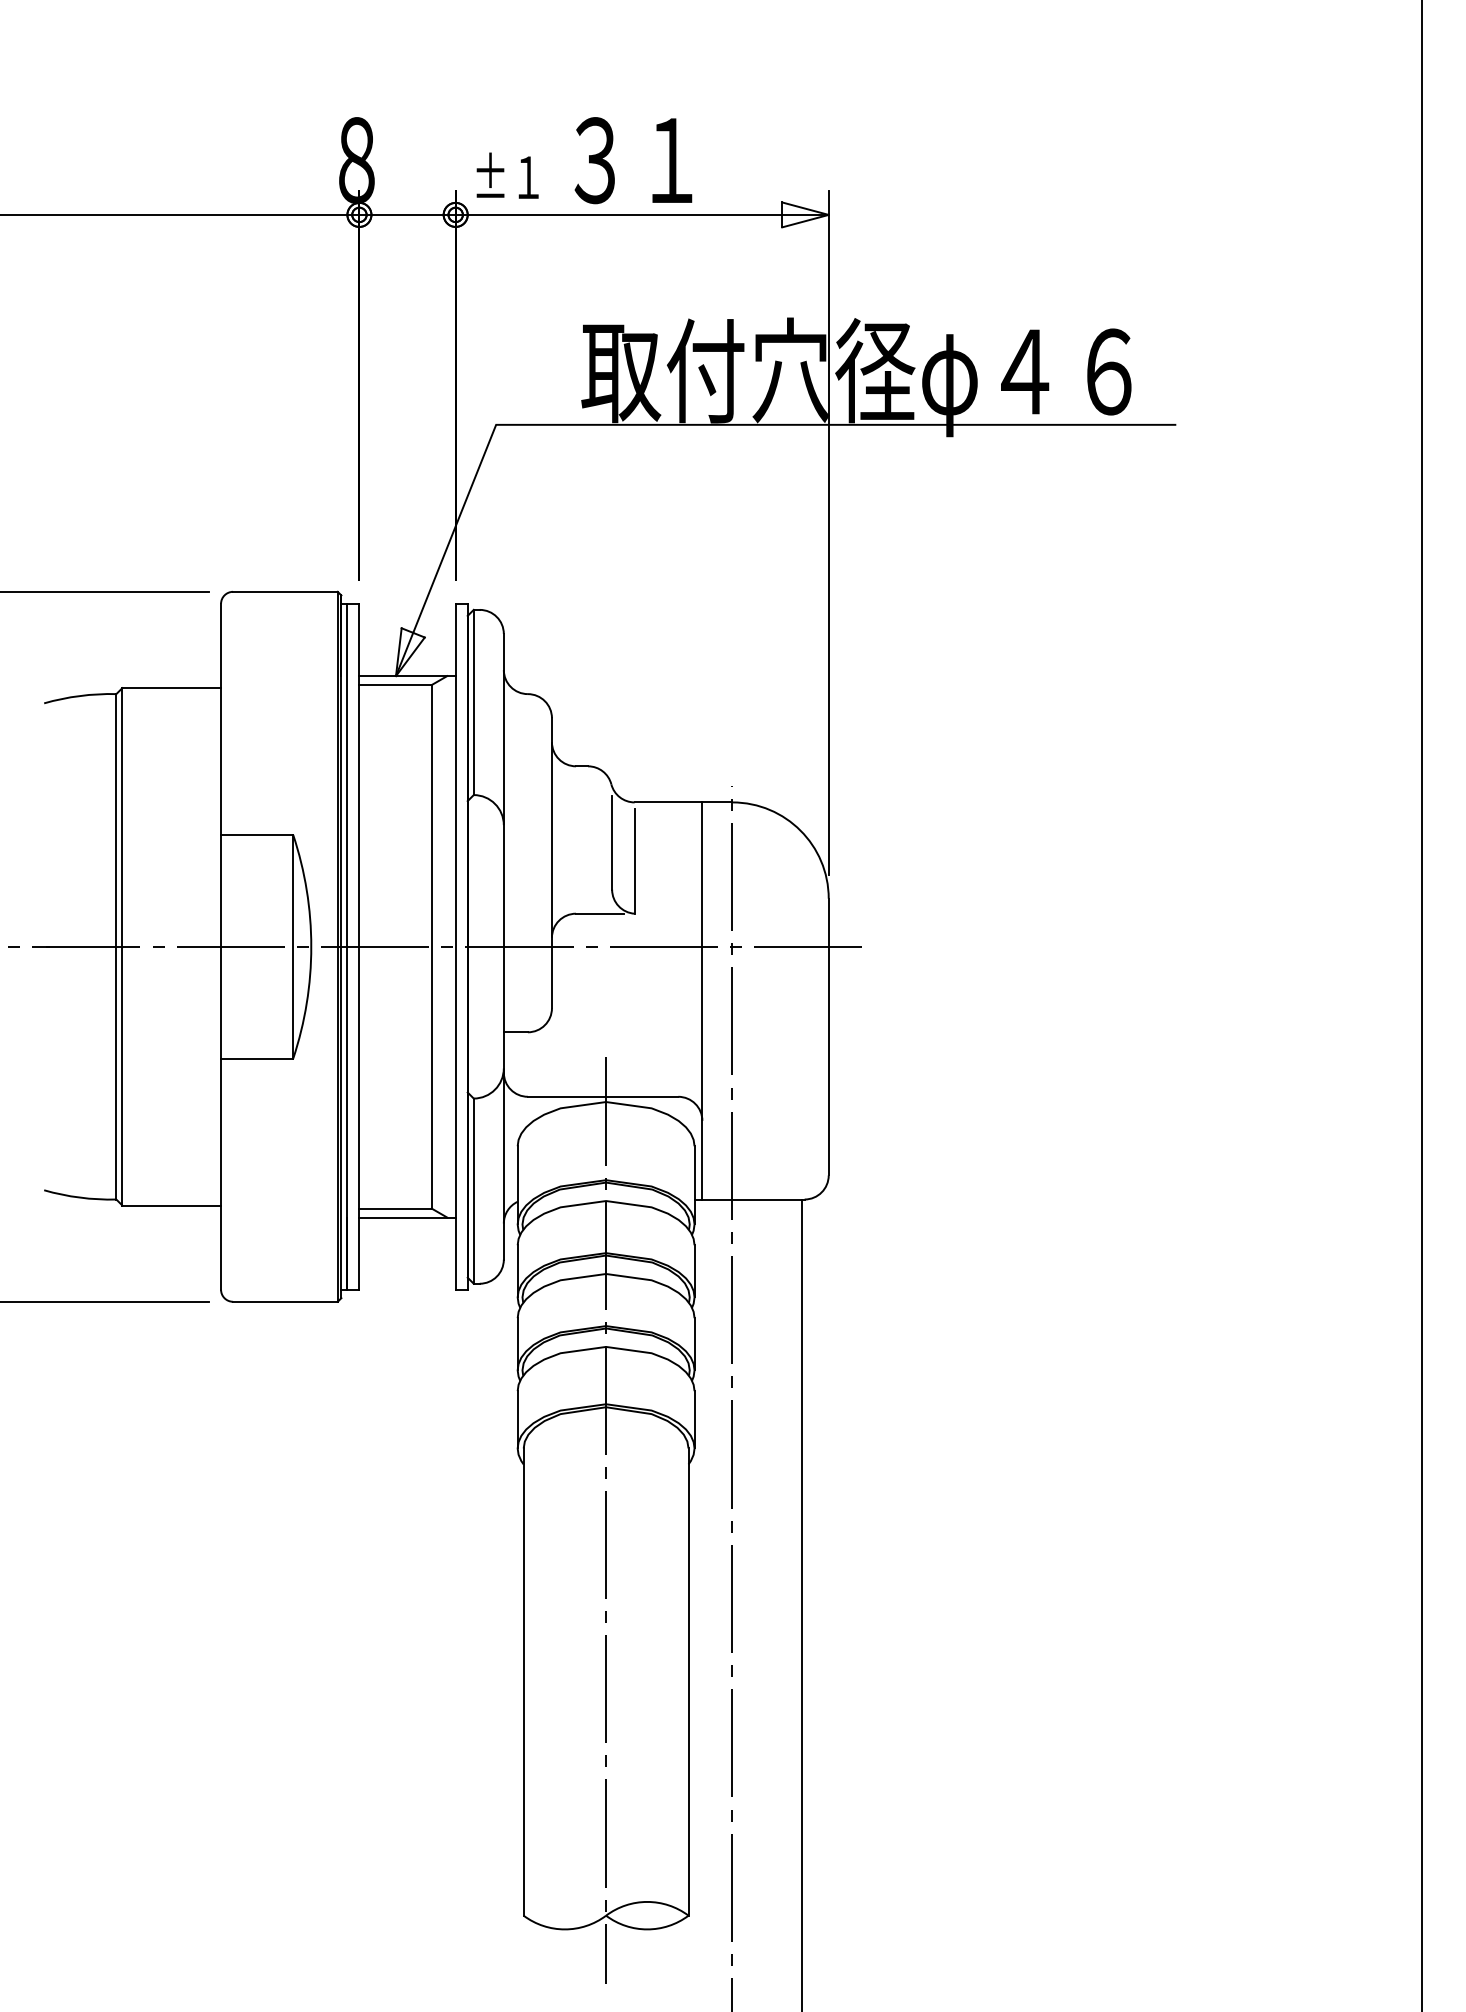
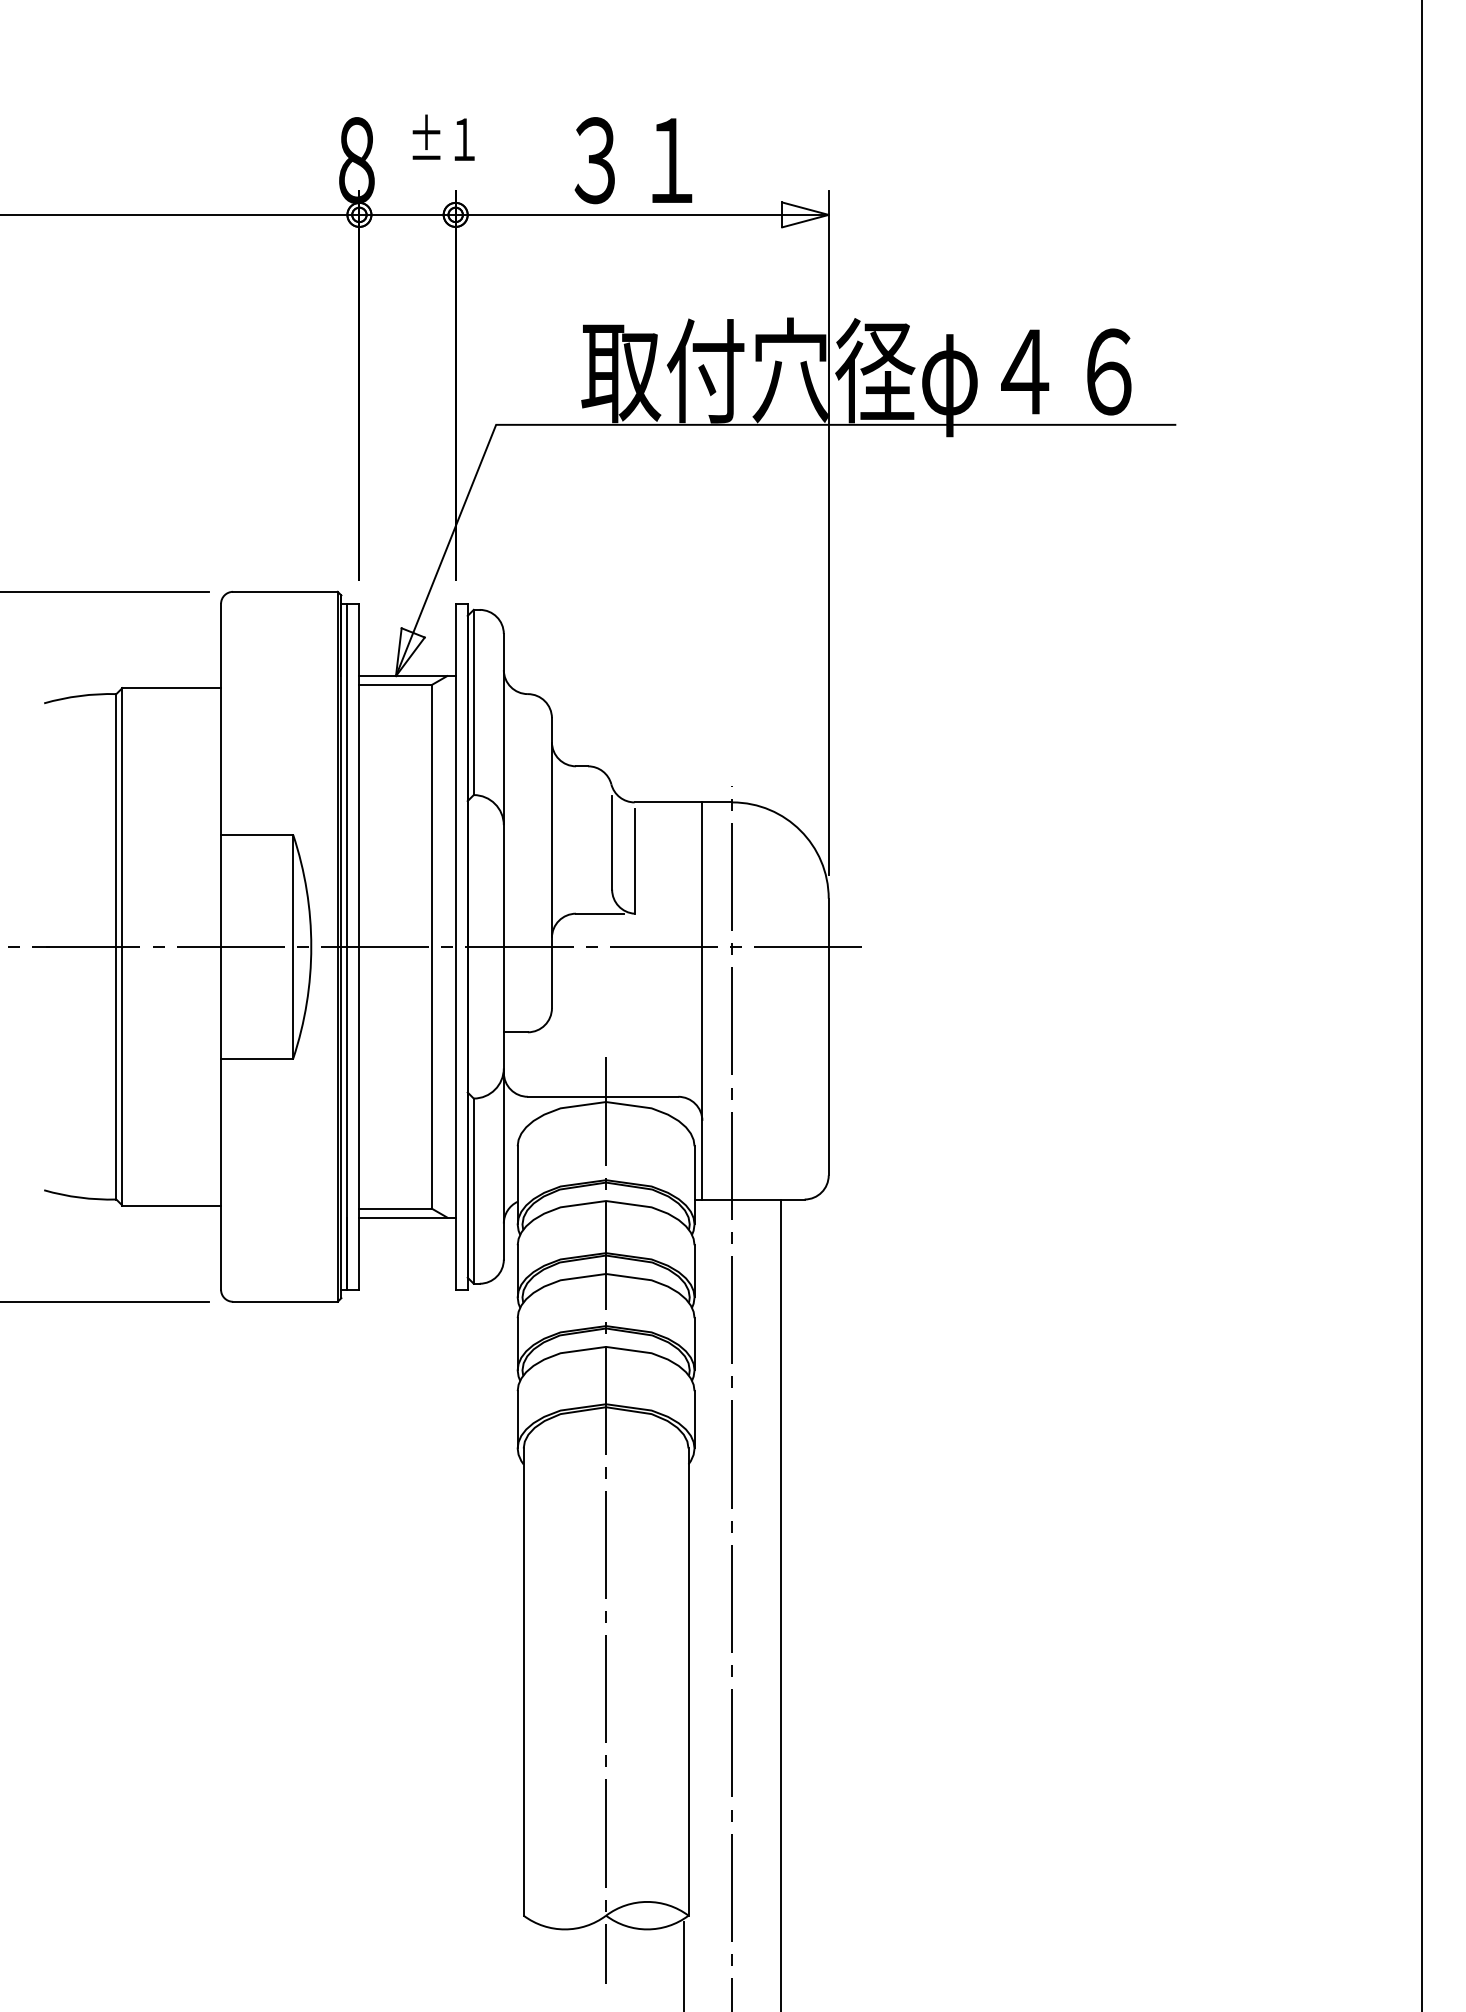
text at (507, 175) position: (507, 175) -> (443, 137)
line at (801, 1603) position: (801, 1603) -> (780, 1603)
line at (684, 1964): none -> present
